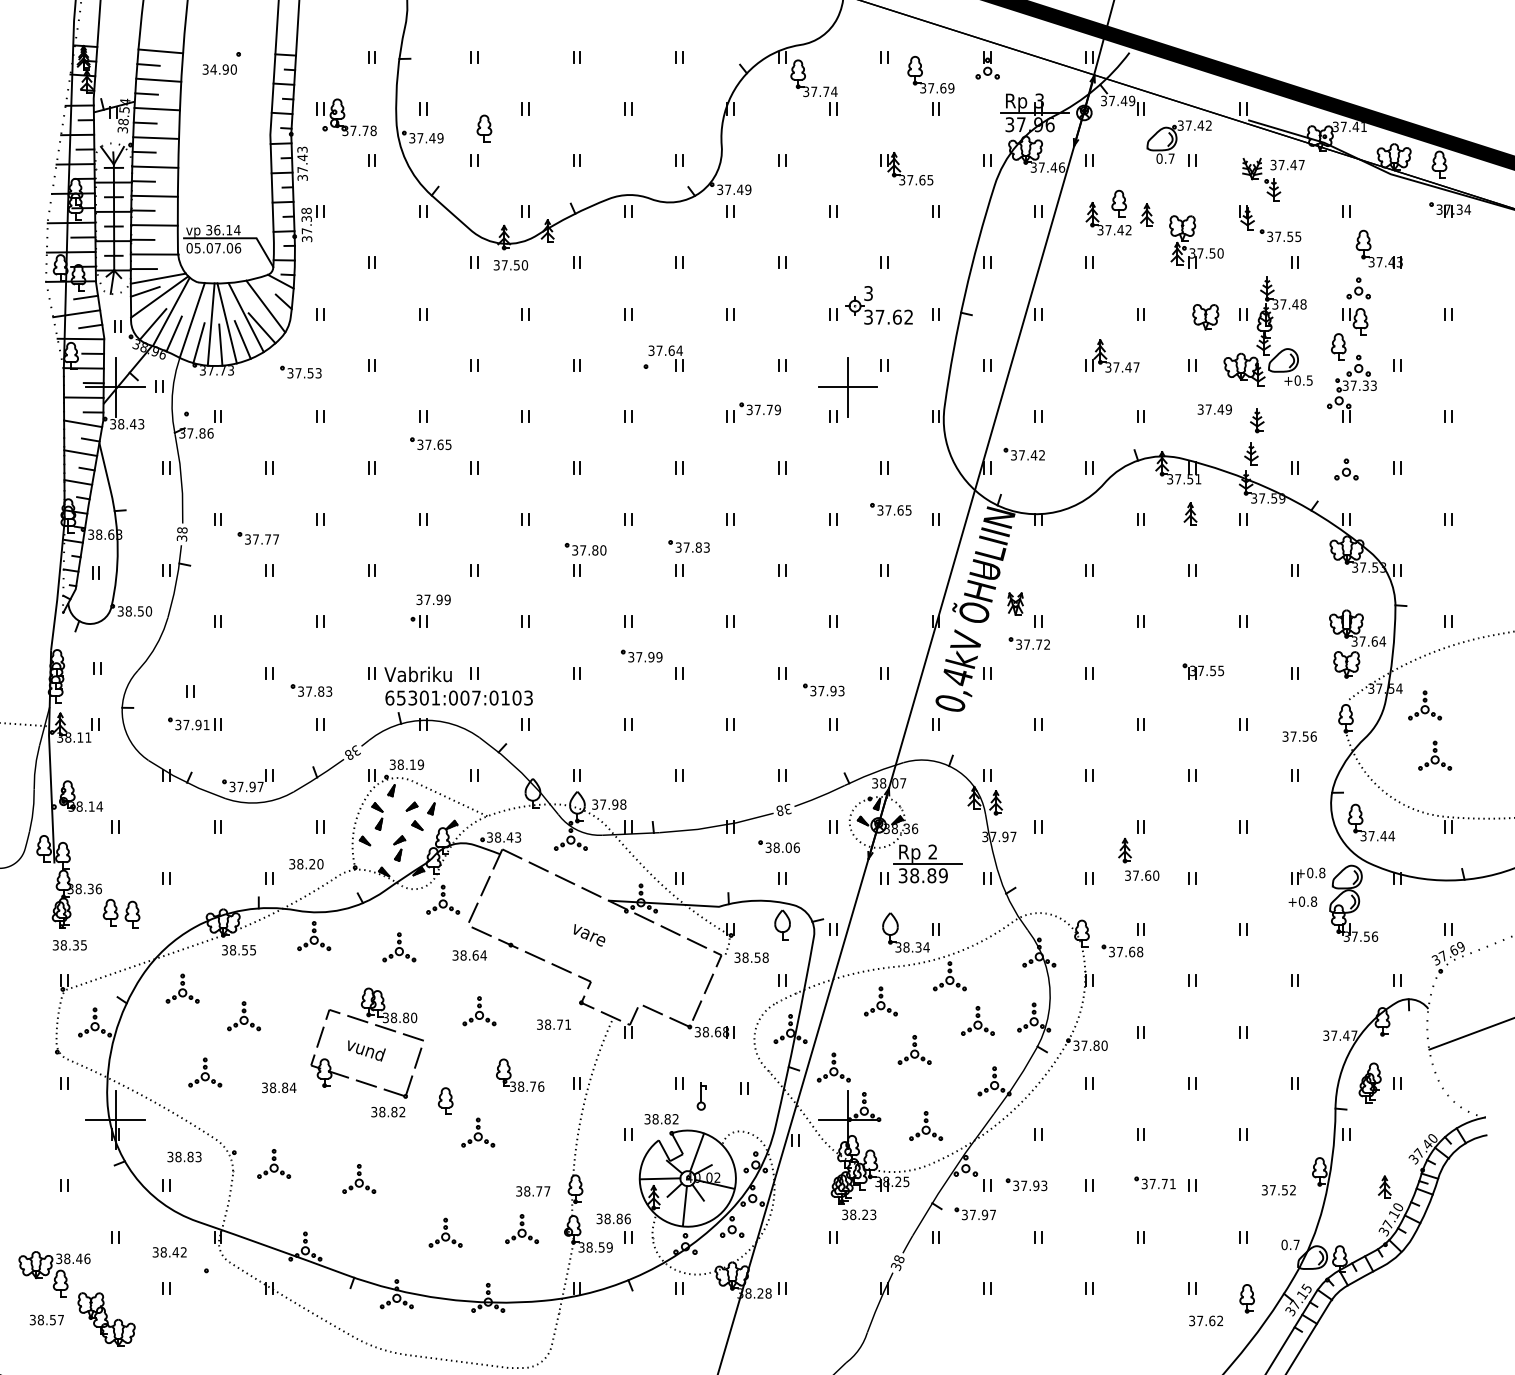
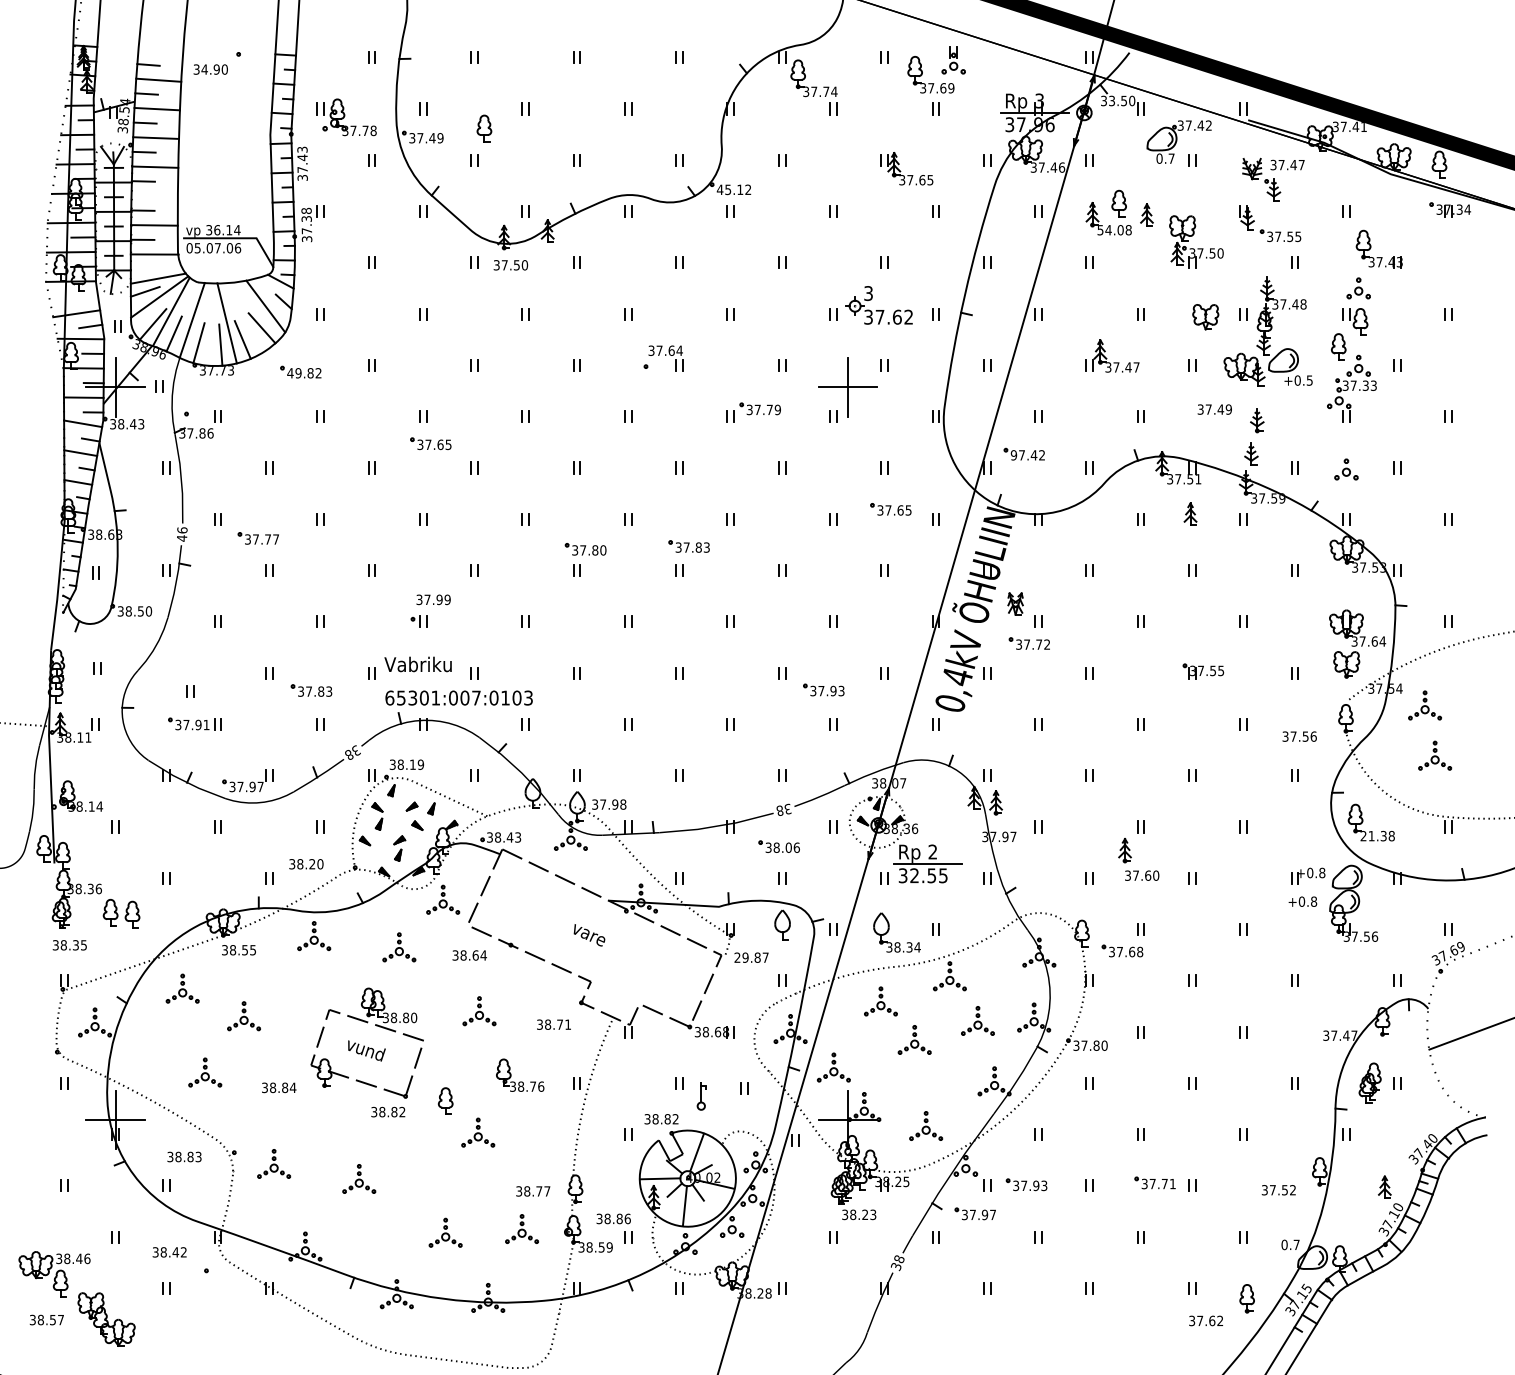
line at (160, 51): present -> none
part at (987, 65) position: (987, 65) -> (953, 60)
text at (219, 69) position: (219, 69) -> (210, 69)
text at (1121, 100): 37.49 -> 33.50
text at (733, 189): 37.49 -> 45.12
line at (154, 195): present -> none
text at (1114, 230): 37.42 -> 54.08
line at (143, 269): present -> none
line at (86, 297): present -> none
line at (245, 317): present -> none
line at (210, 324): present -> none
text at (304, 373): 37.53 -> 49.82
text at (1013, 455): 37.42 -> 97.42
text at (181, 534): 38 -> 46
part at (641, 655): present -> none
text at (417, 674) position: (417, 674) -> (417, 664)
text at (1377, 835): 37.44 -> 21.38
text at (928, 875): 38.89 -> 32.55
part at (898, 930) position: (898, 930) -> (889, 930)
text at (751, 957): 38.58 -> 29.87
part at (914, 1049) position: (914, 1049) -> (914, 1039)
